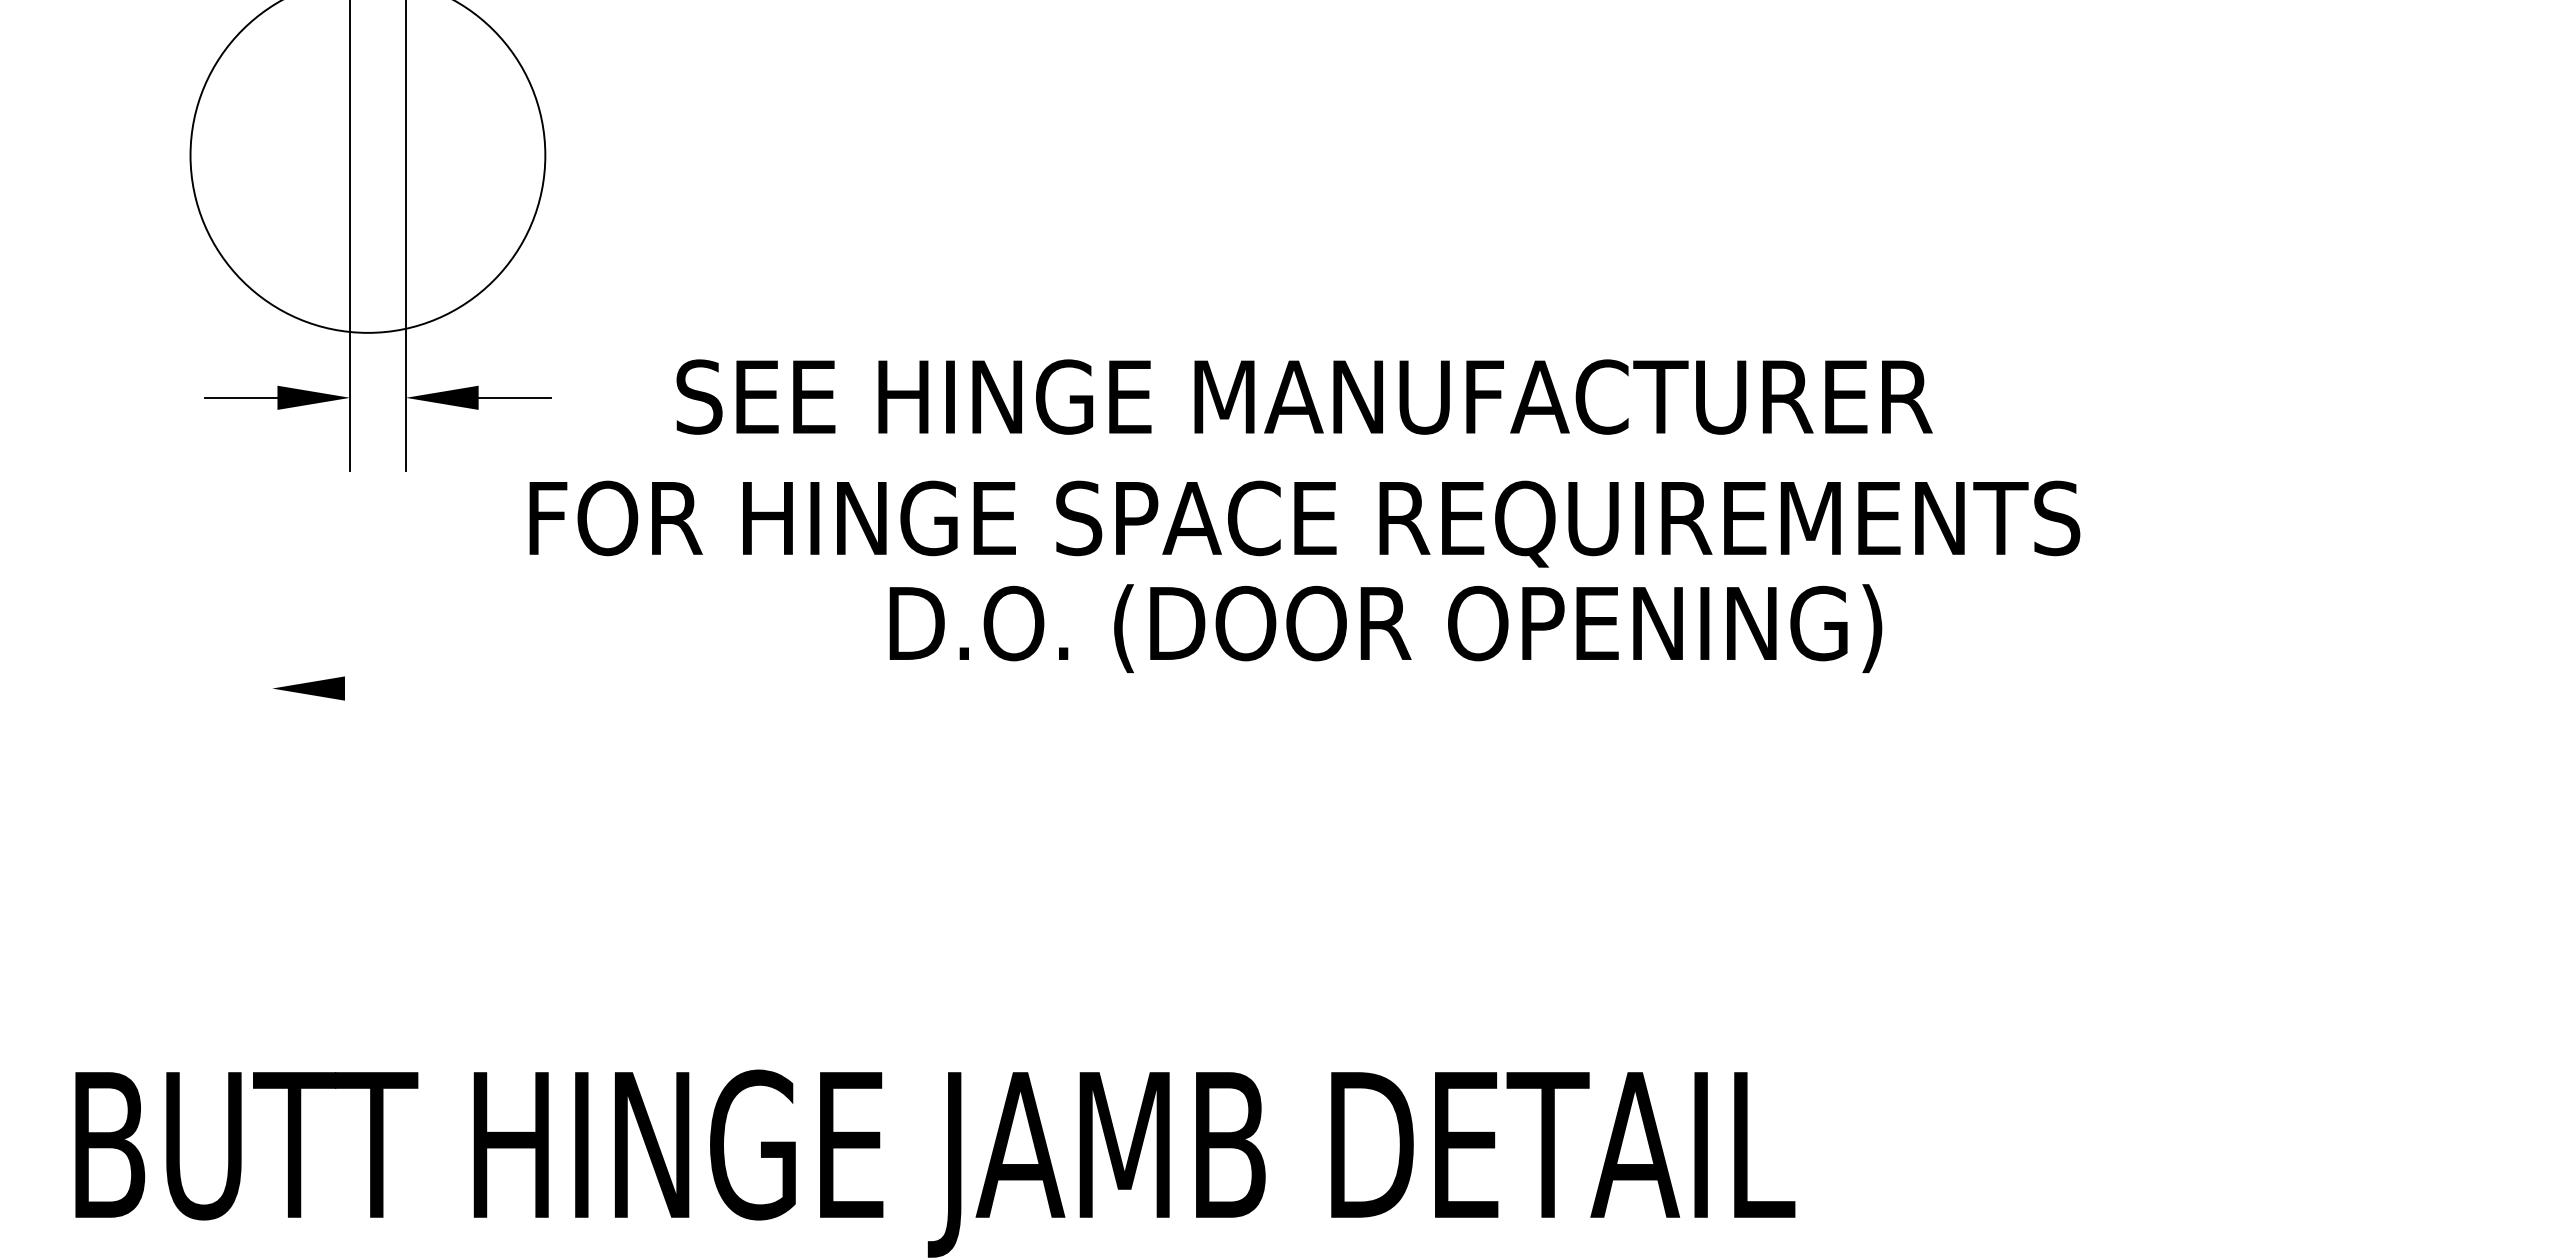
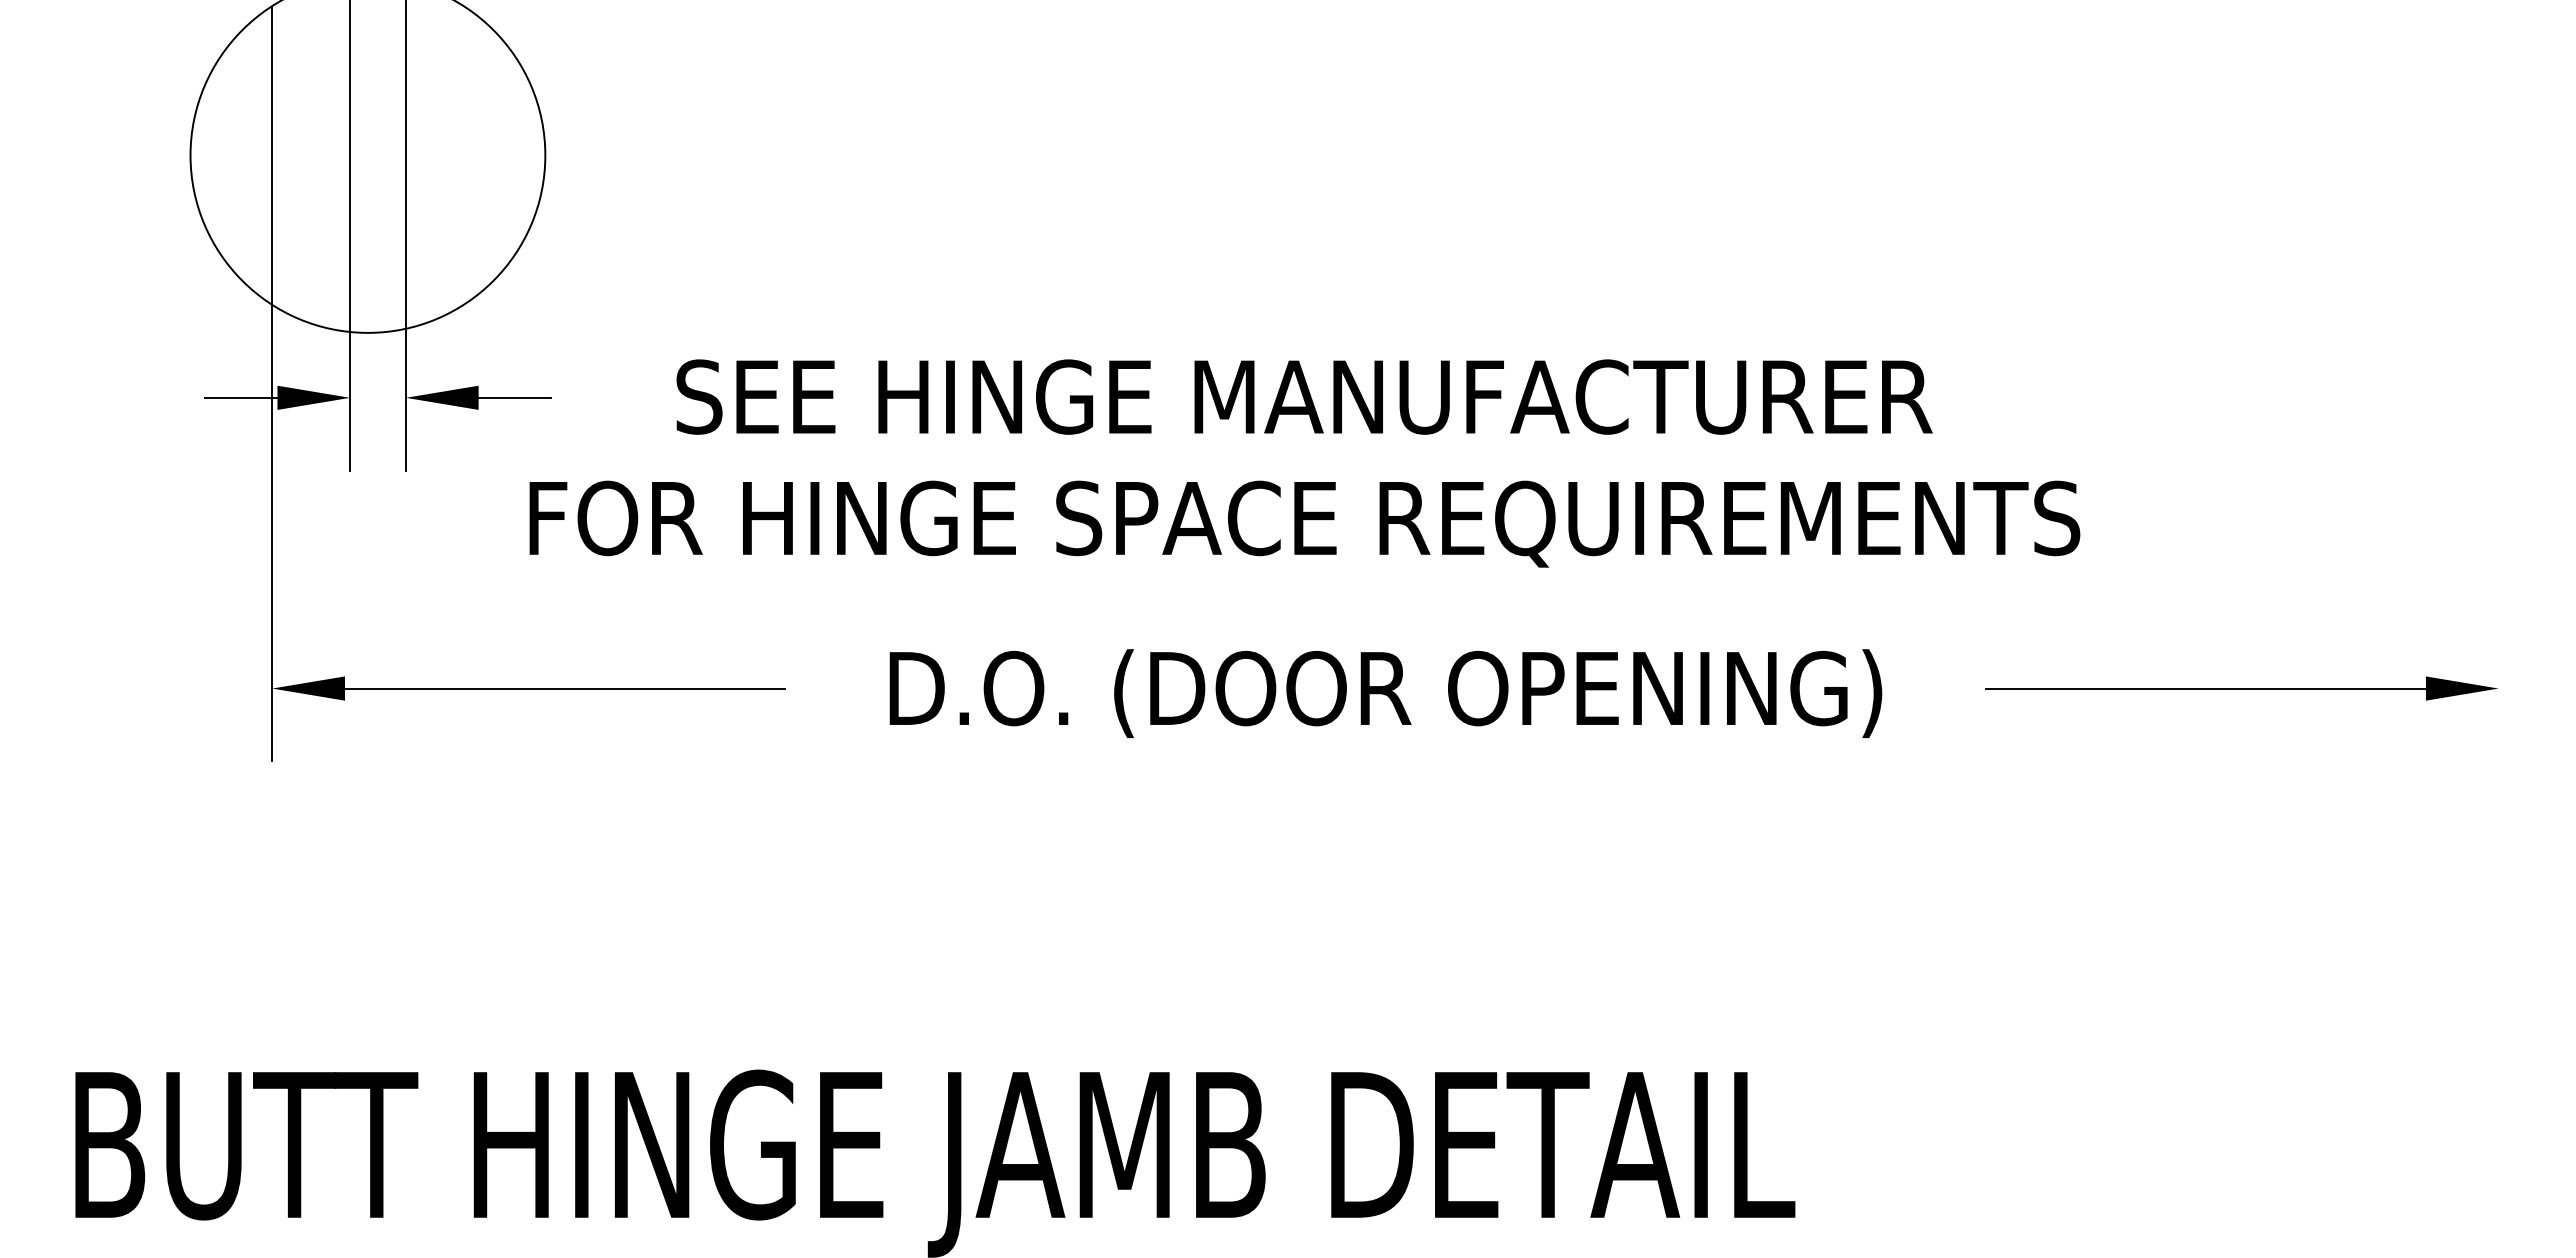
line at (272, 383): none -> present
text at (1385, 628) position: (1385, 628) -> (1385, 693)
line at (565, 688): none -> present
part at (2241, 688): none -> present
